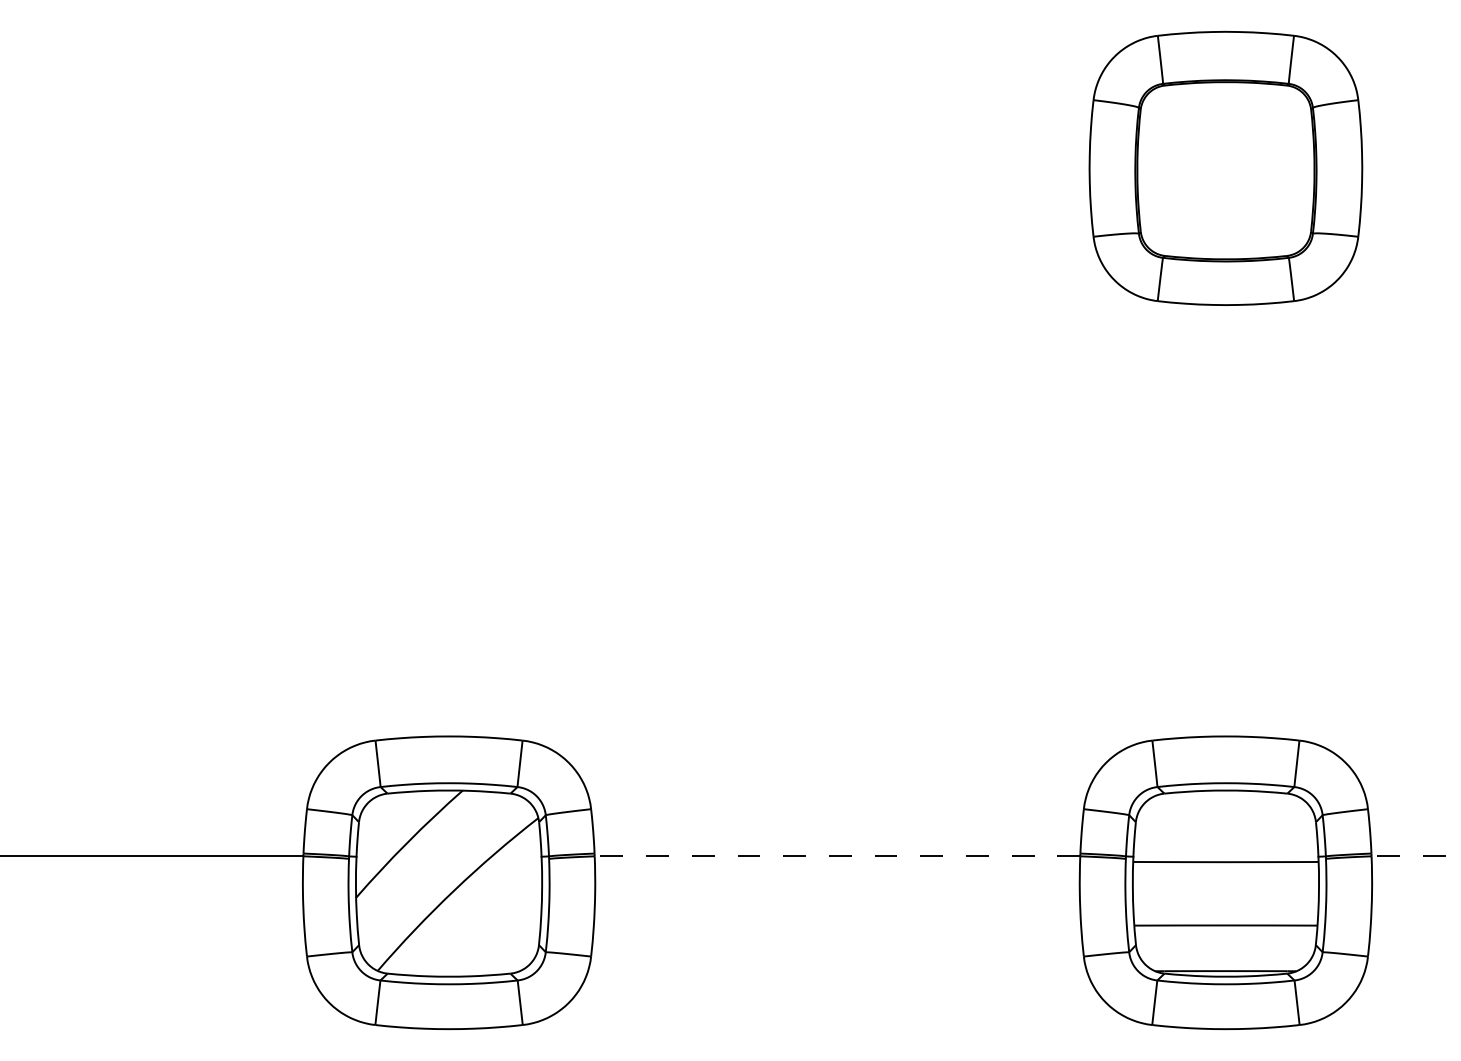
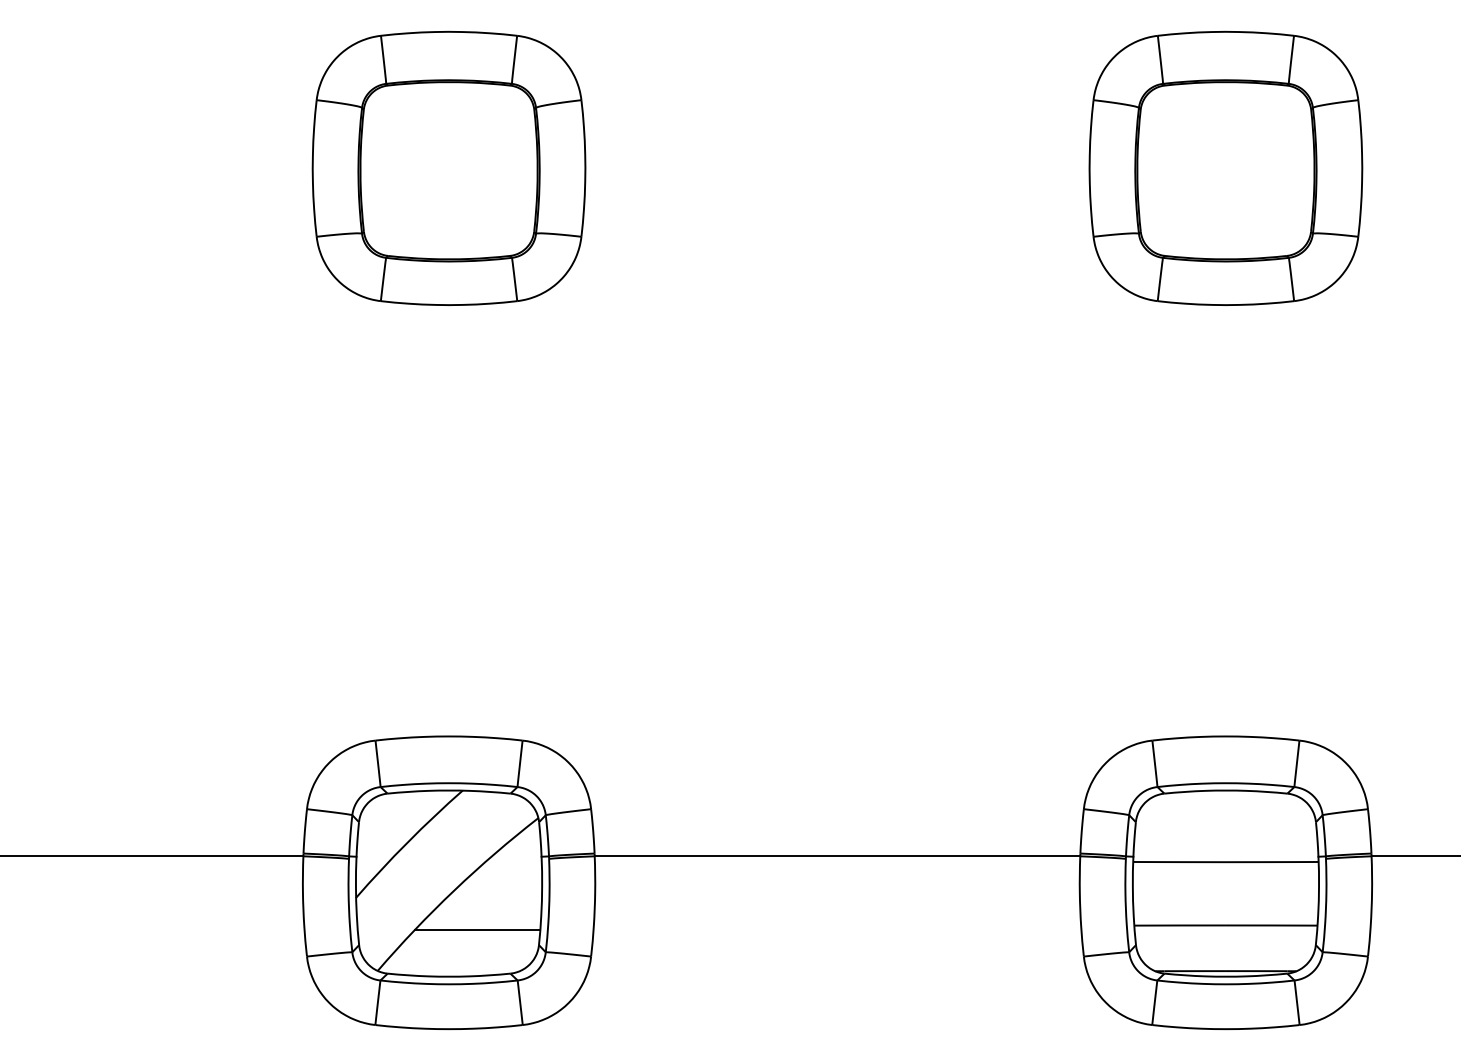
part at (448, 167): none -> present
line at (837, 856): dashed -> solid
line at (1415, 856): dashed -> solid
line at (477, 930): none -> present
